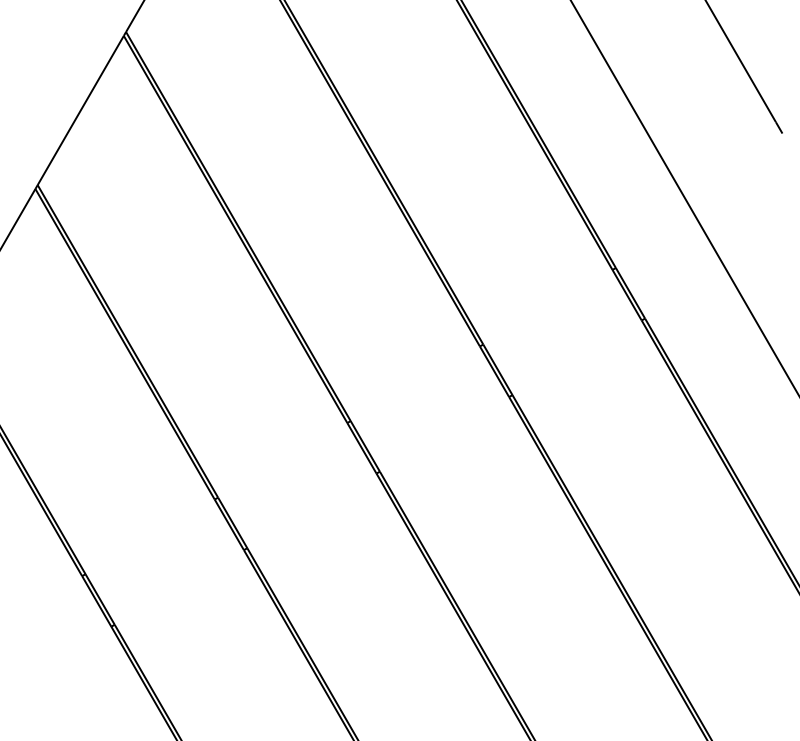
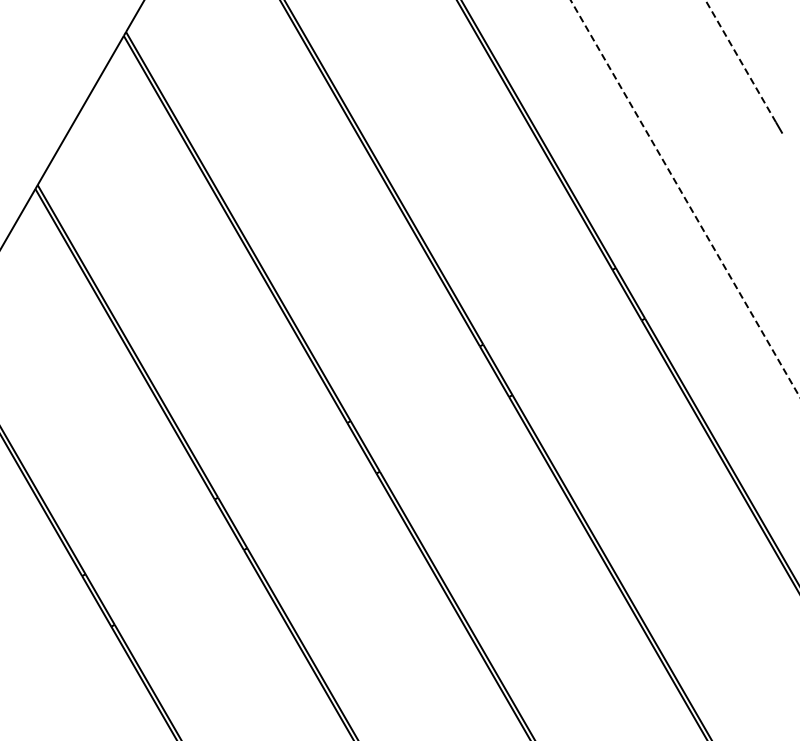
line at (740, 60): solid -> dashed
line at (685, 198): solid -> dashed
